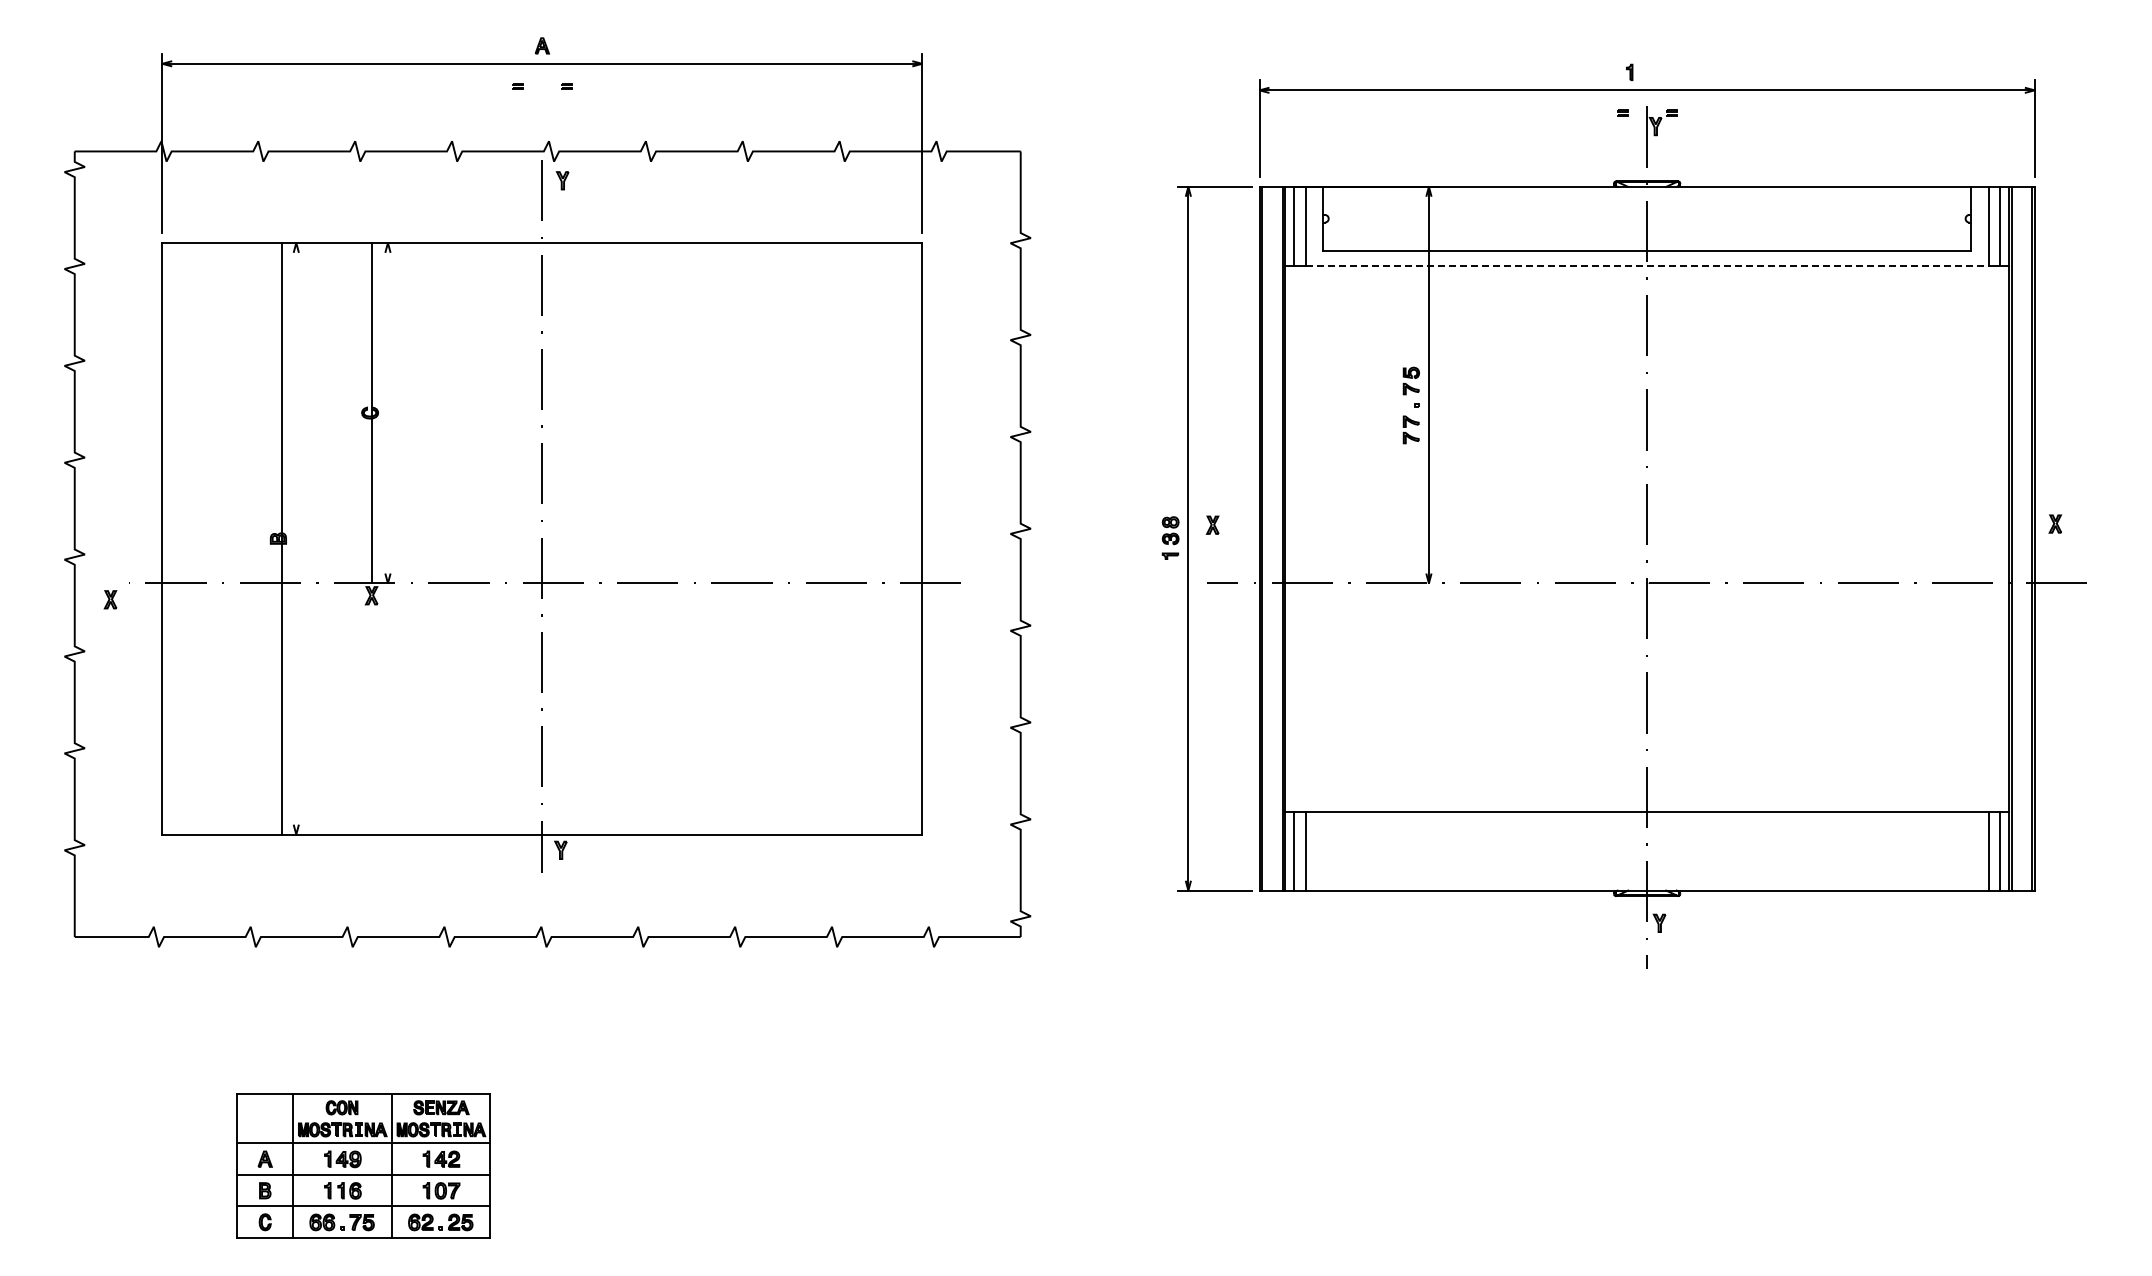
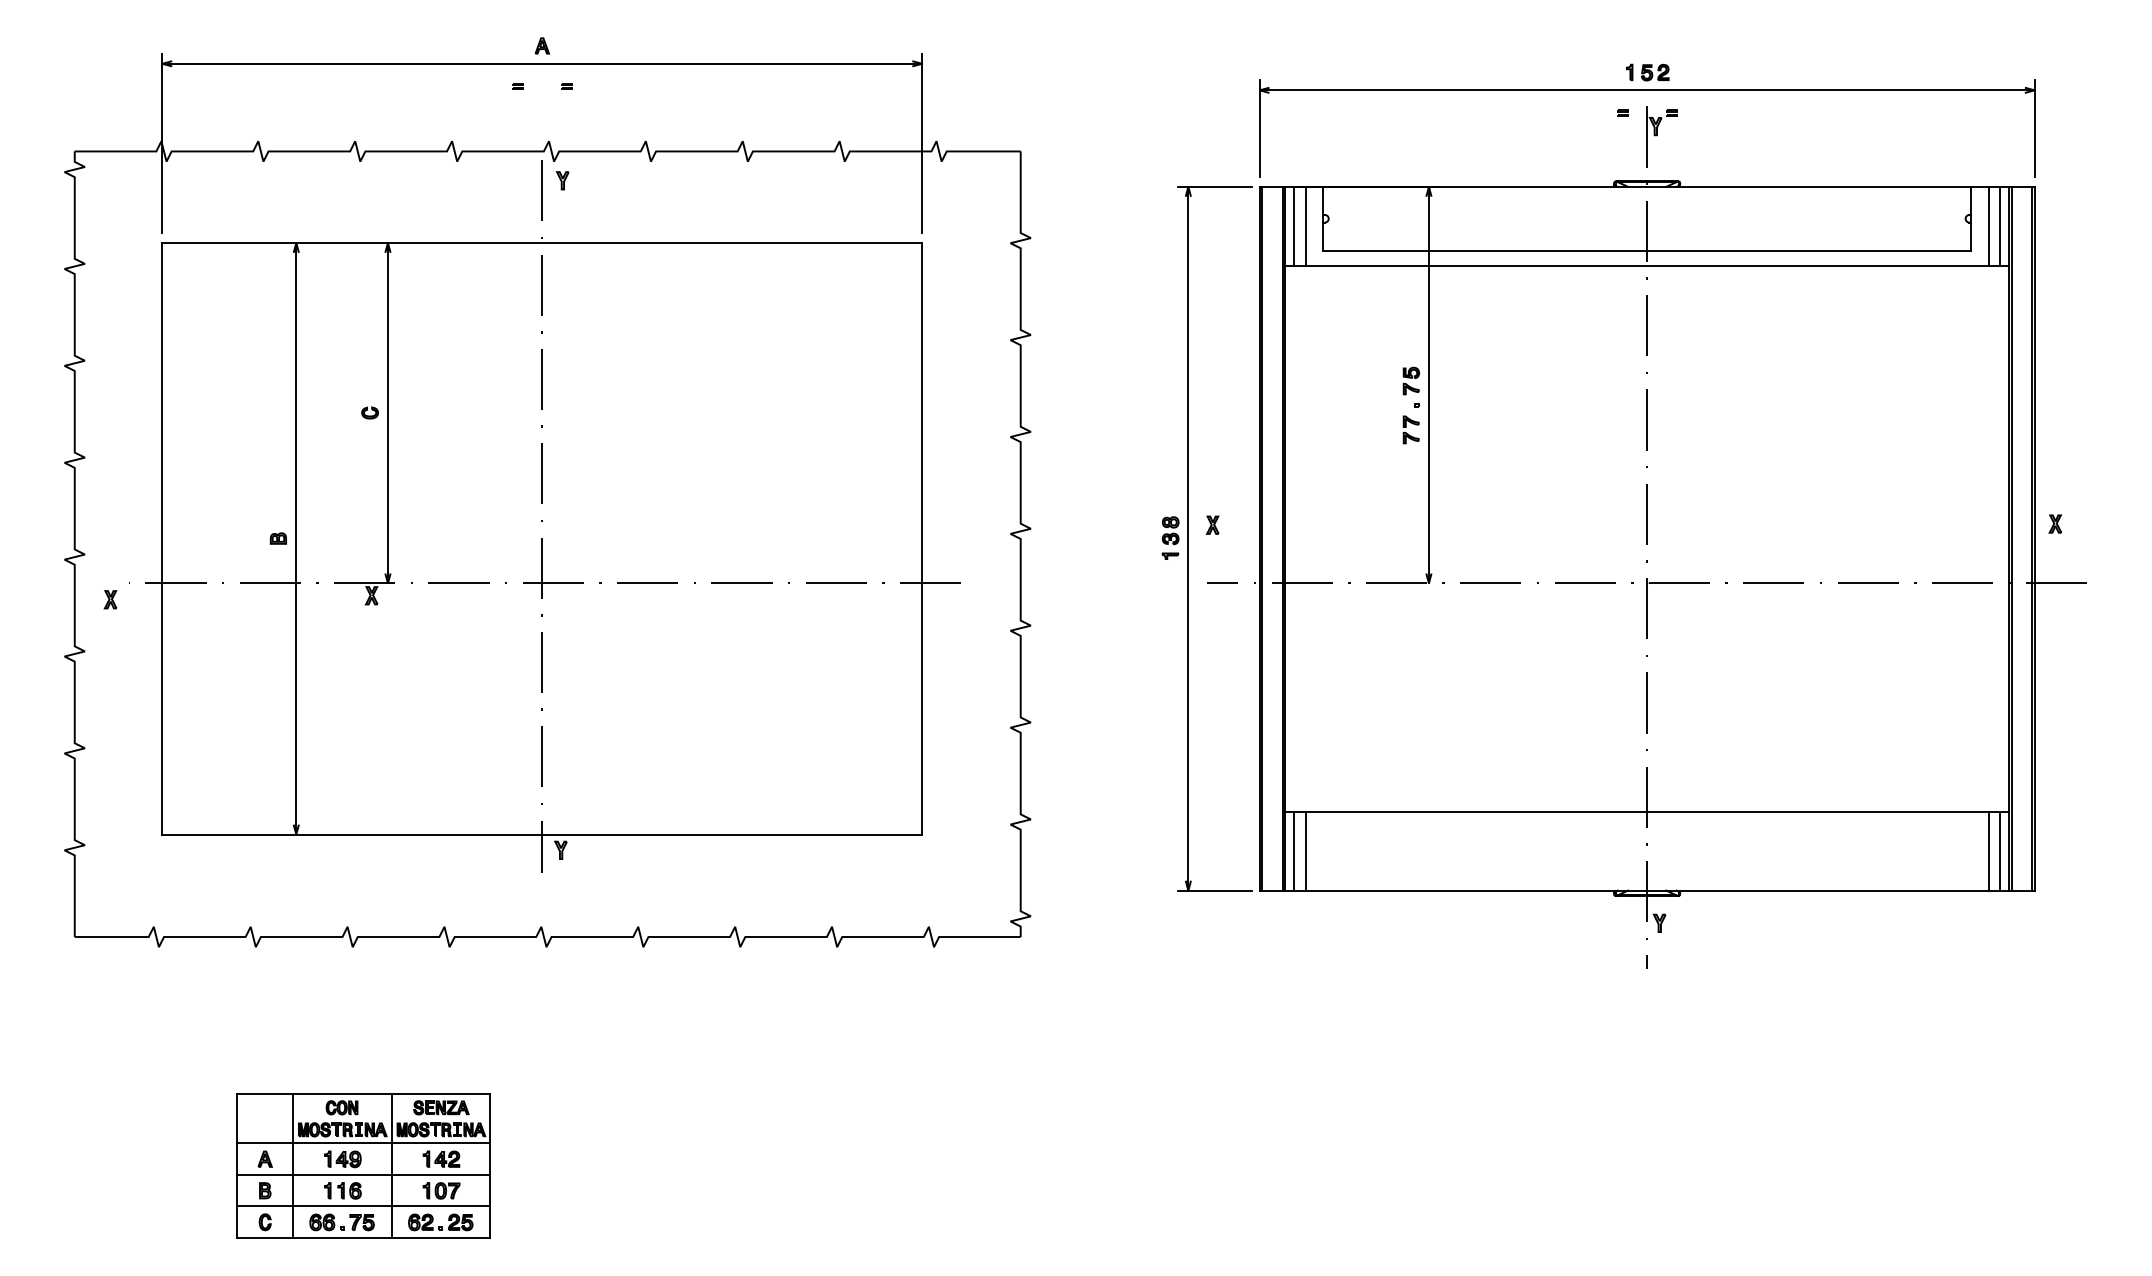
part at (1655, 72): none -> present
line at (1647, 265): dashed -> solid
line at (371, 412) position: (371, 412) -> (387, 412)
line at (282, 538) position: (282, 538) -> (296, 538)
